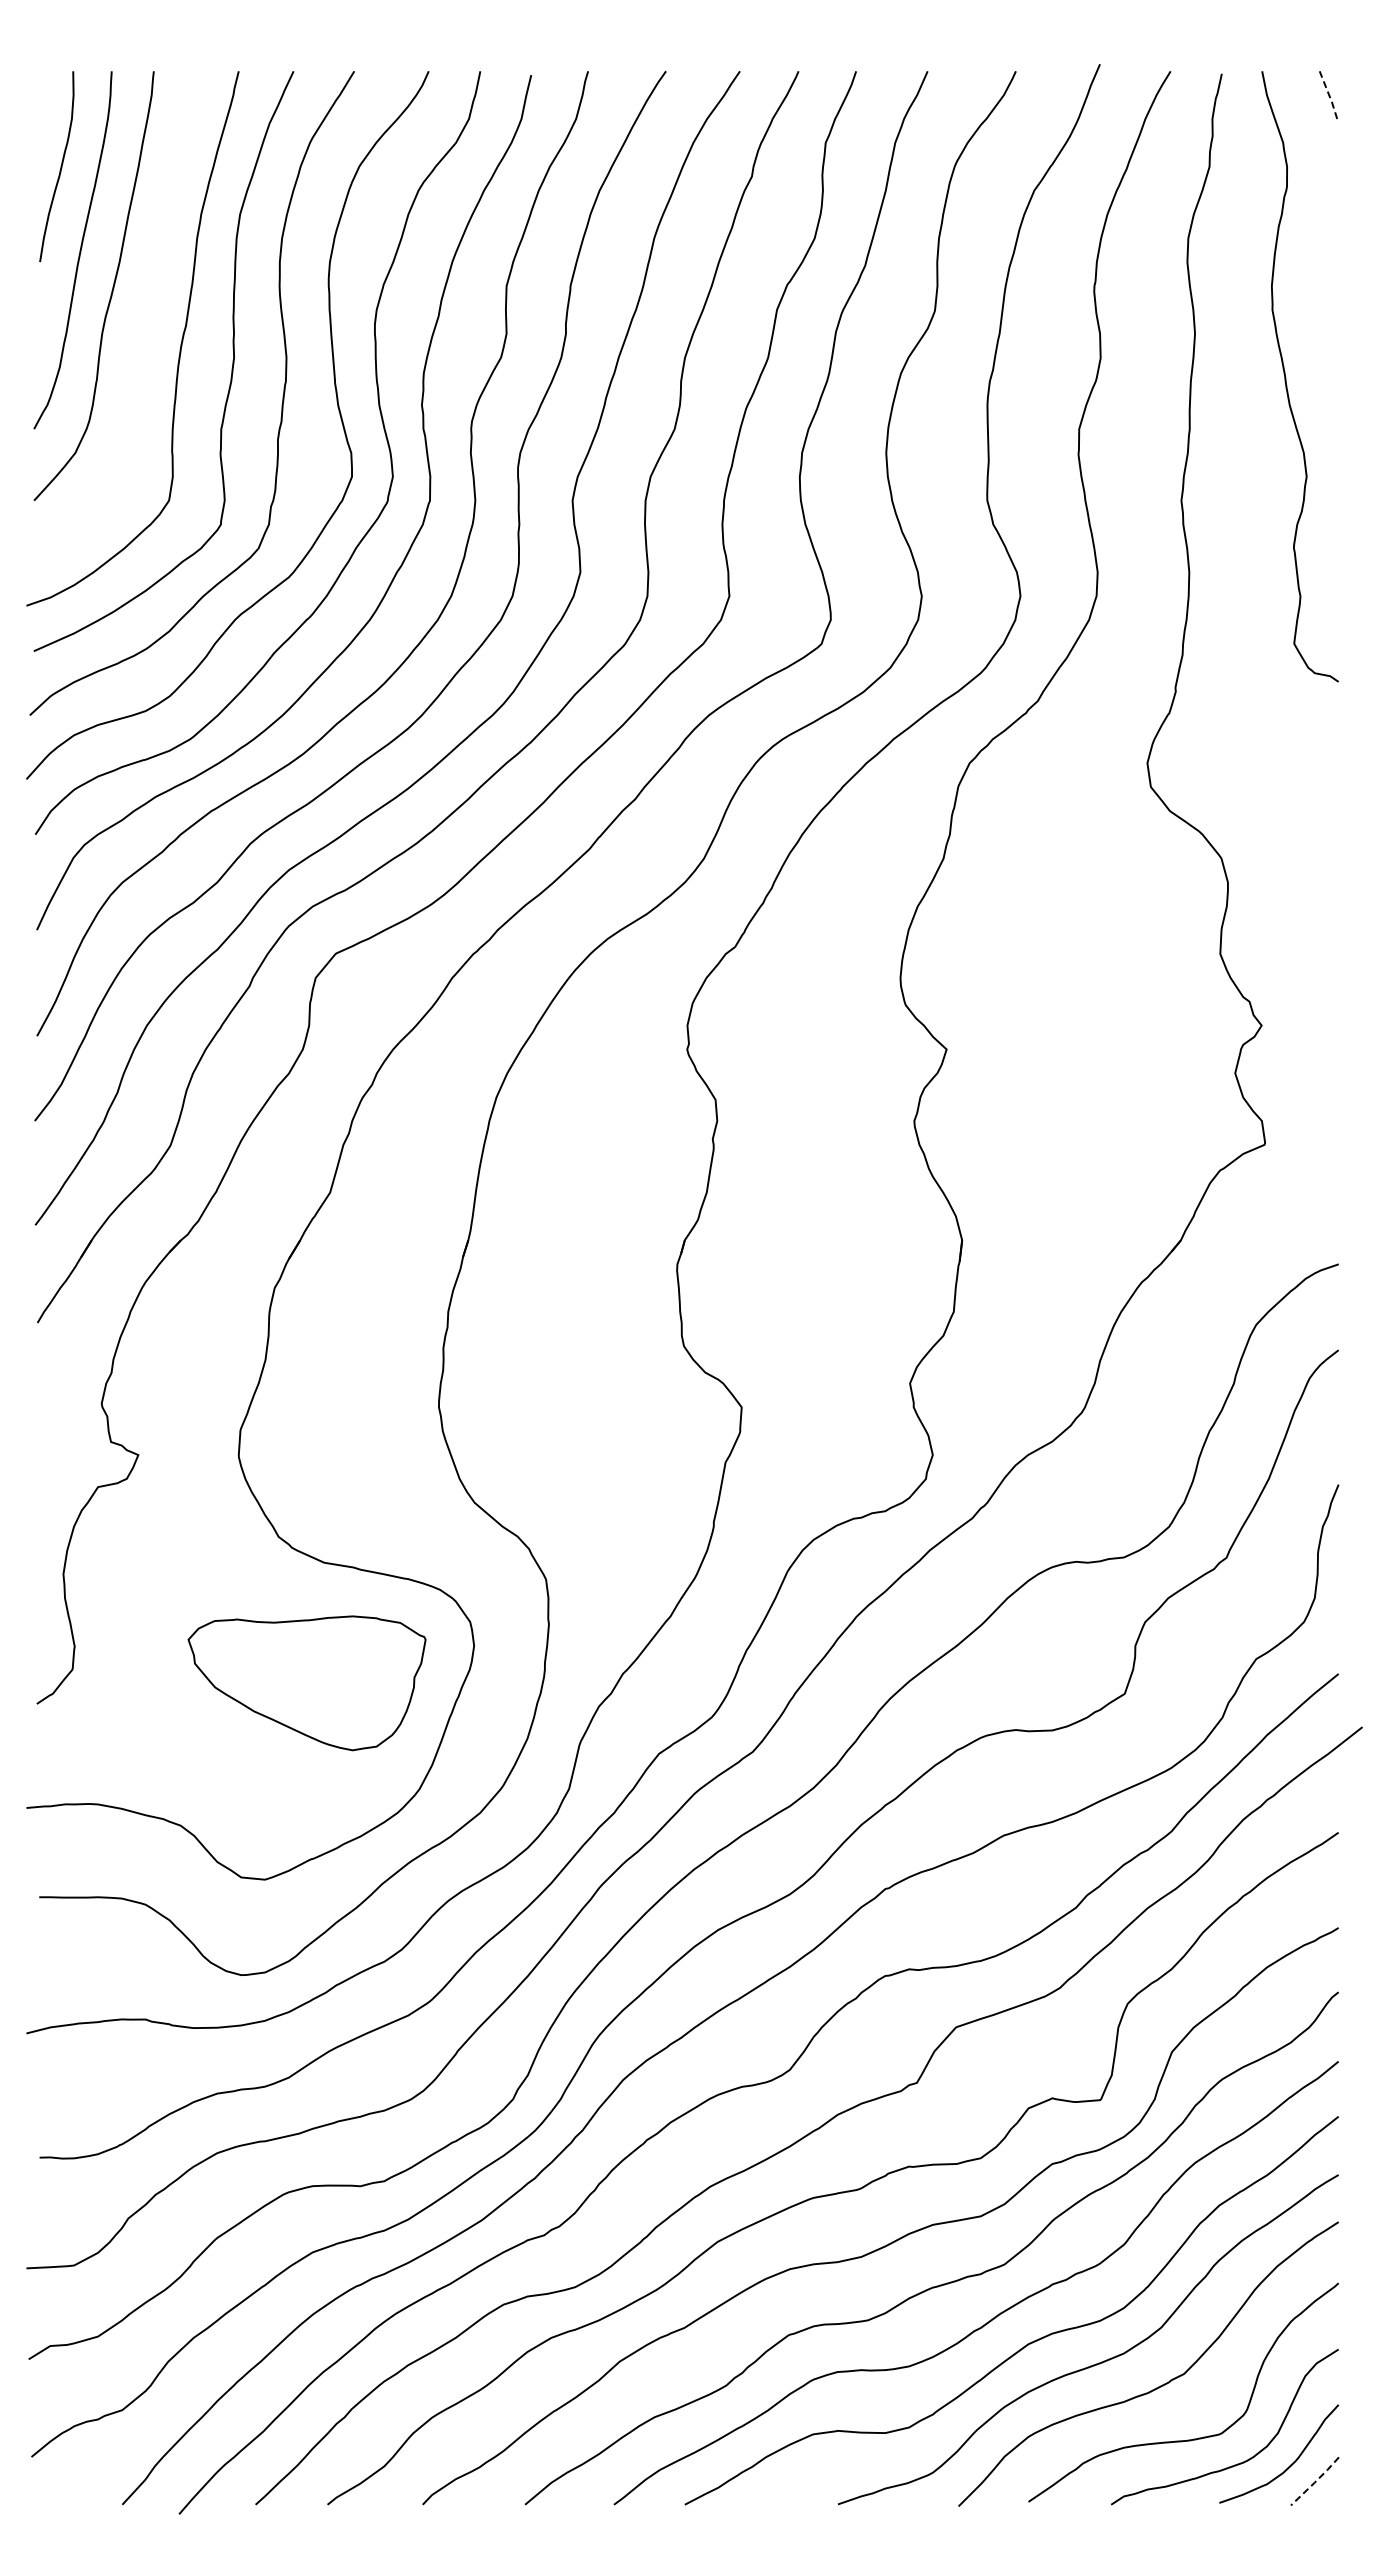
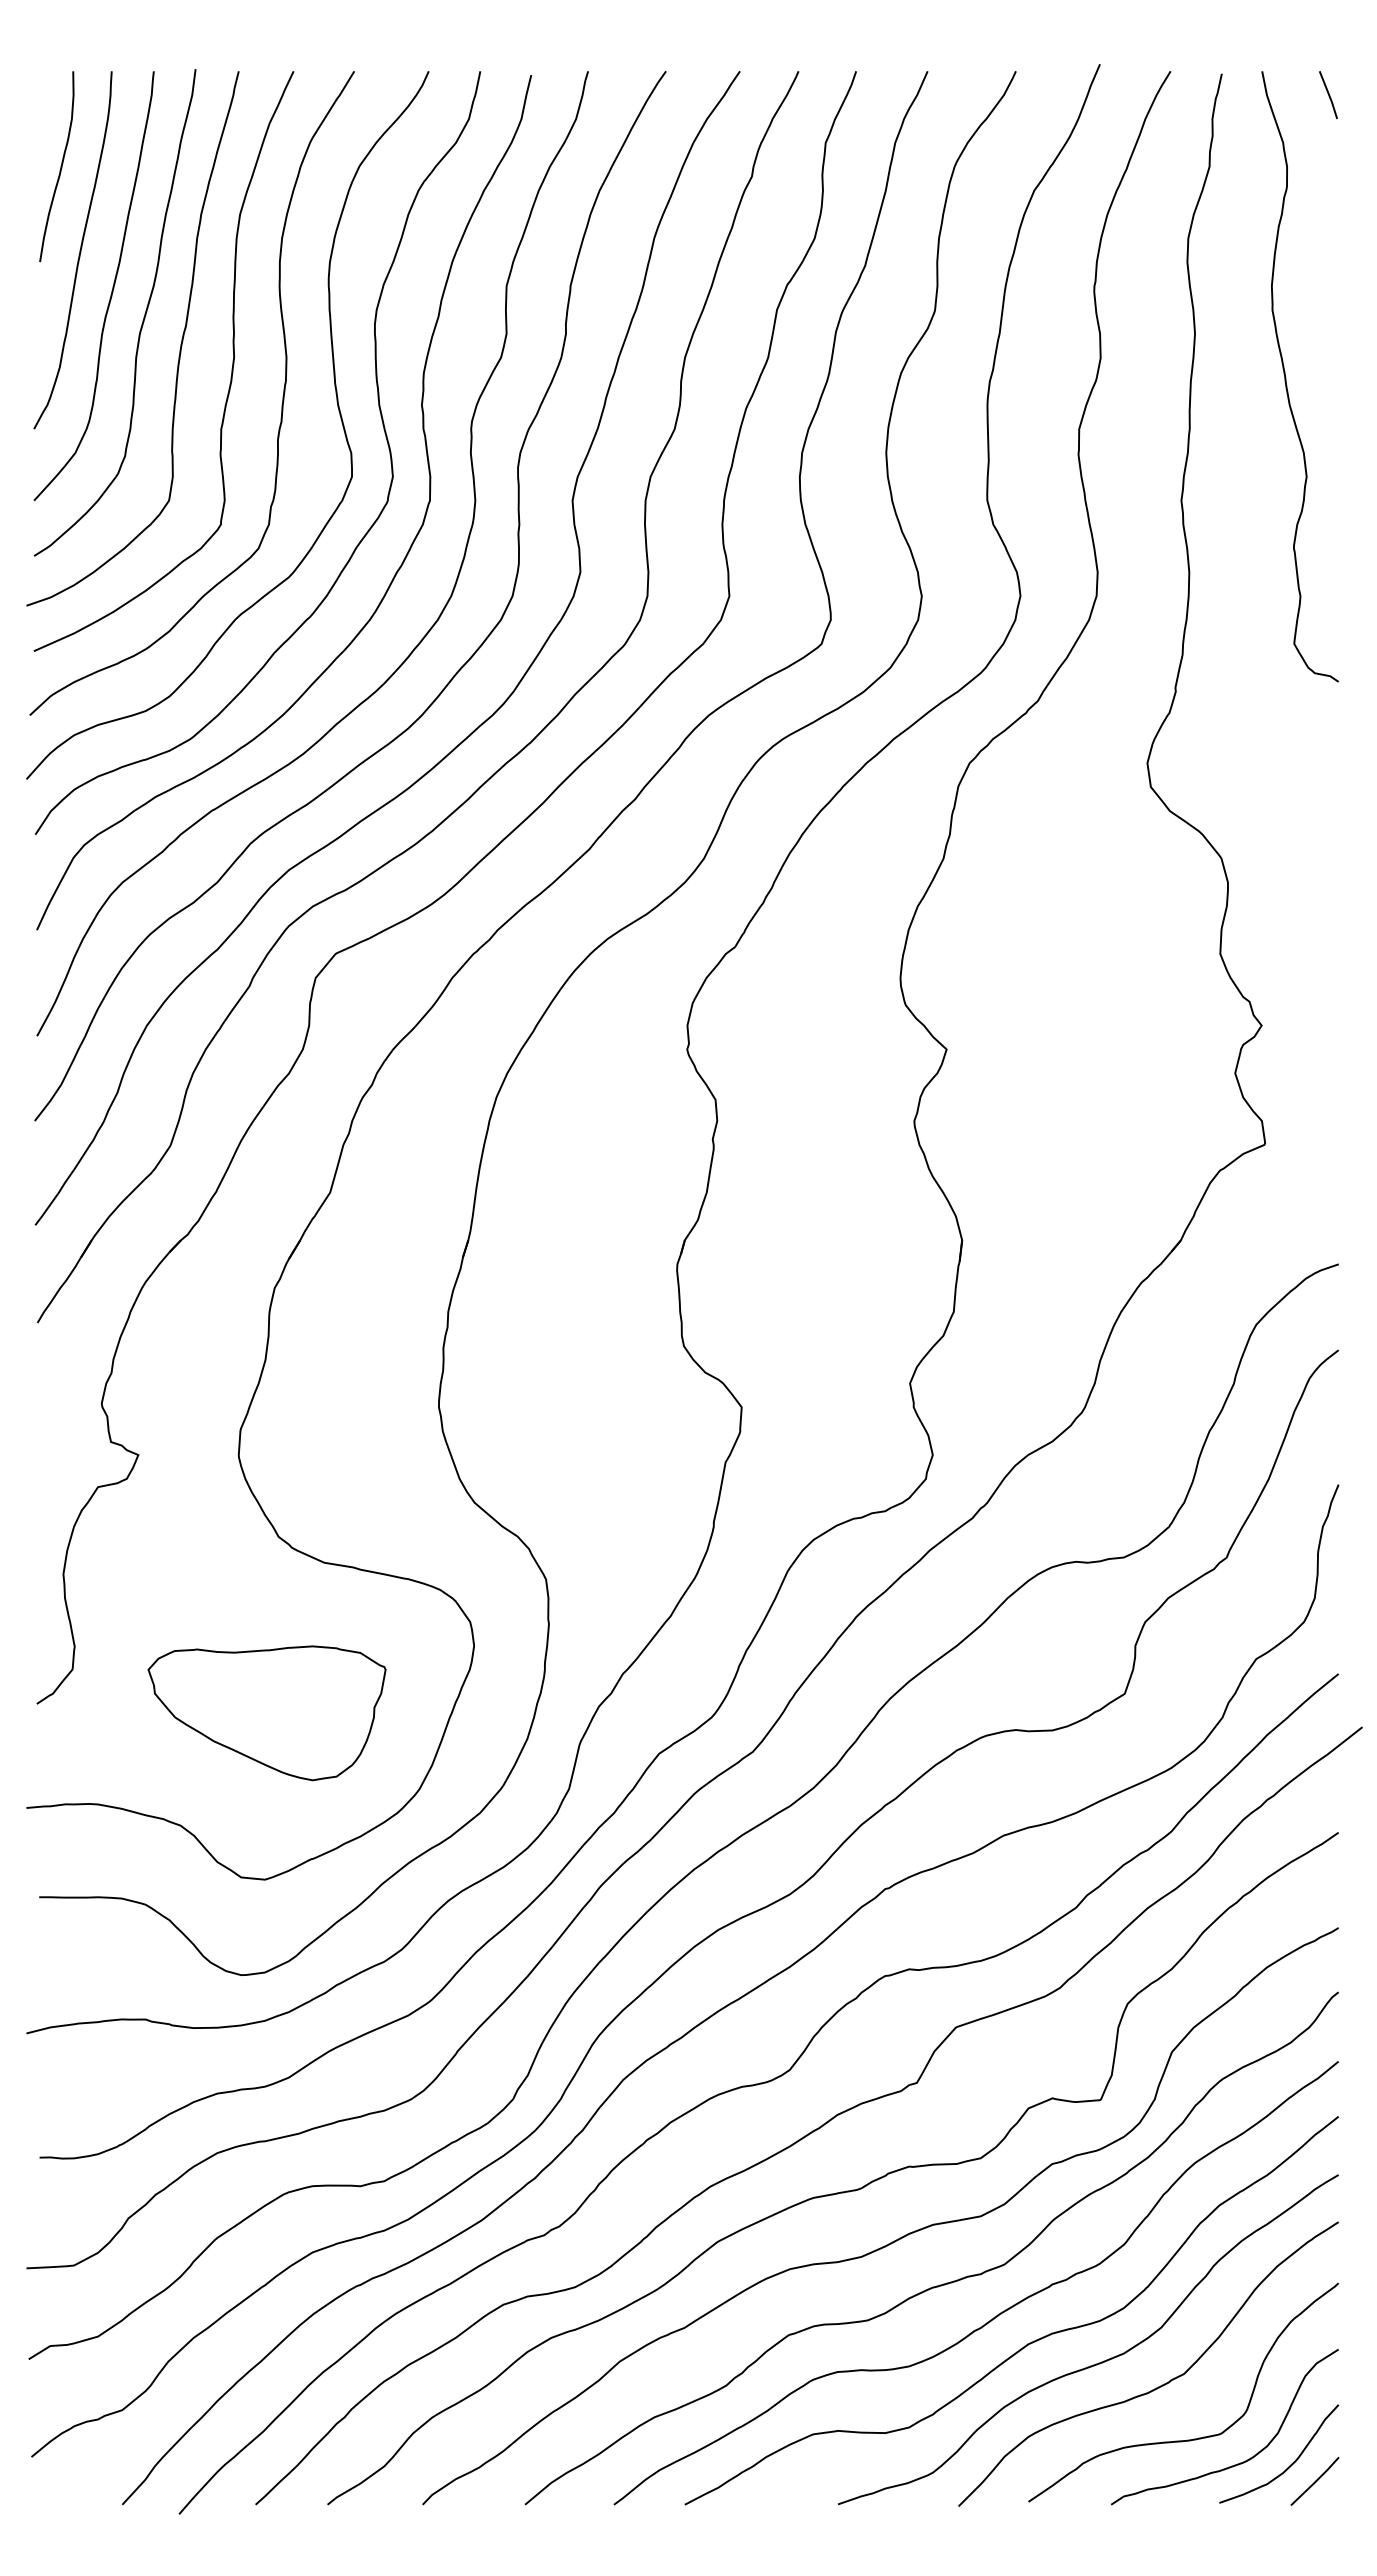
line at (1329, 95): dashed -> solid
curve at (142, 320): none -> present
part at (306, 1683) position: (306, 1683) -> (266, 1713)
line at (1315, 2481): dashed -> solid
